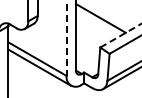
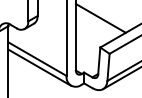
line at (121, 35): dashed -> solid
line at (66, 38): dashed -> solid
